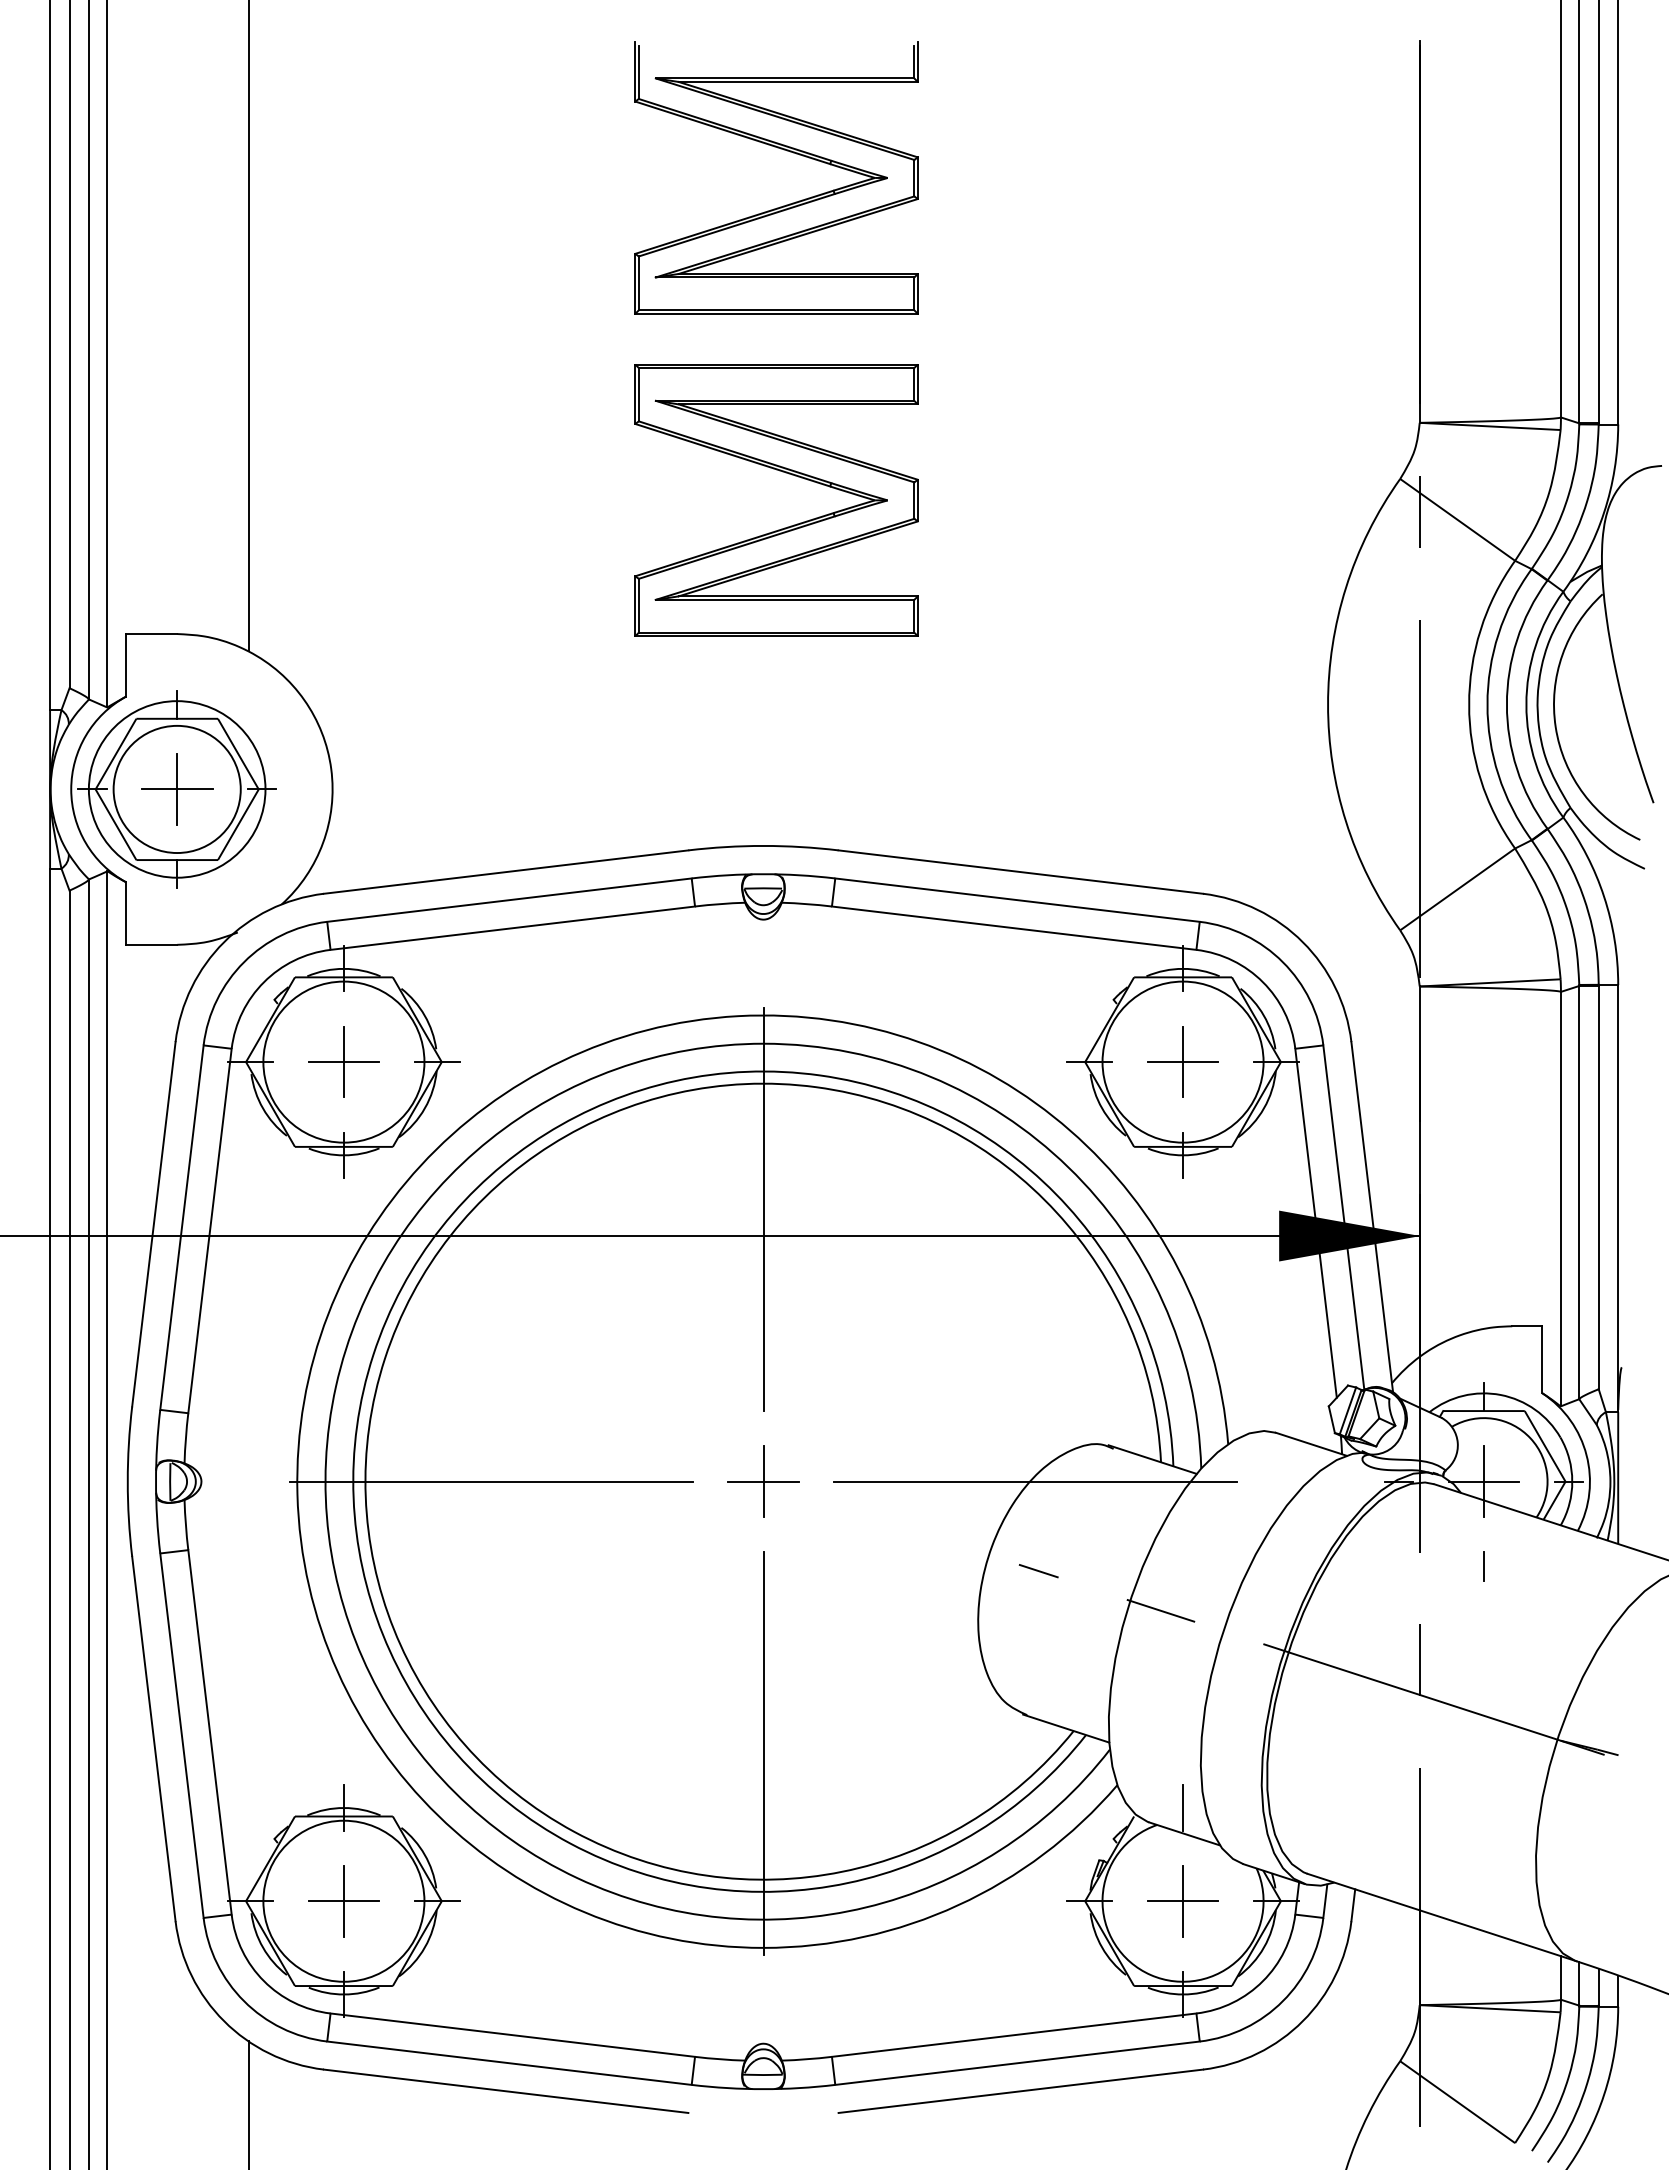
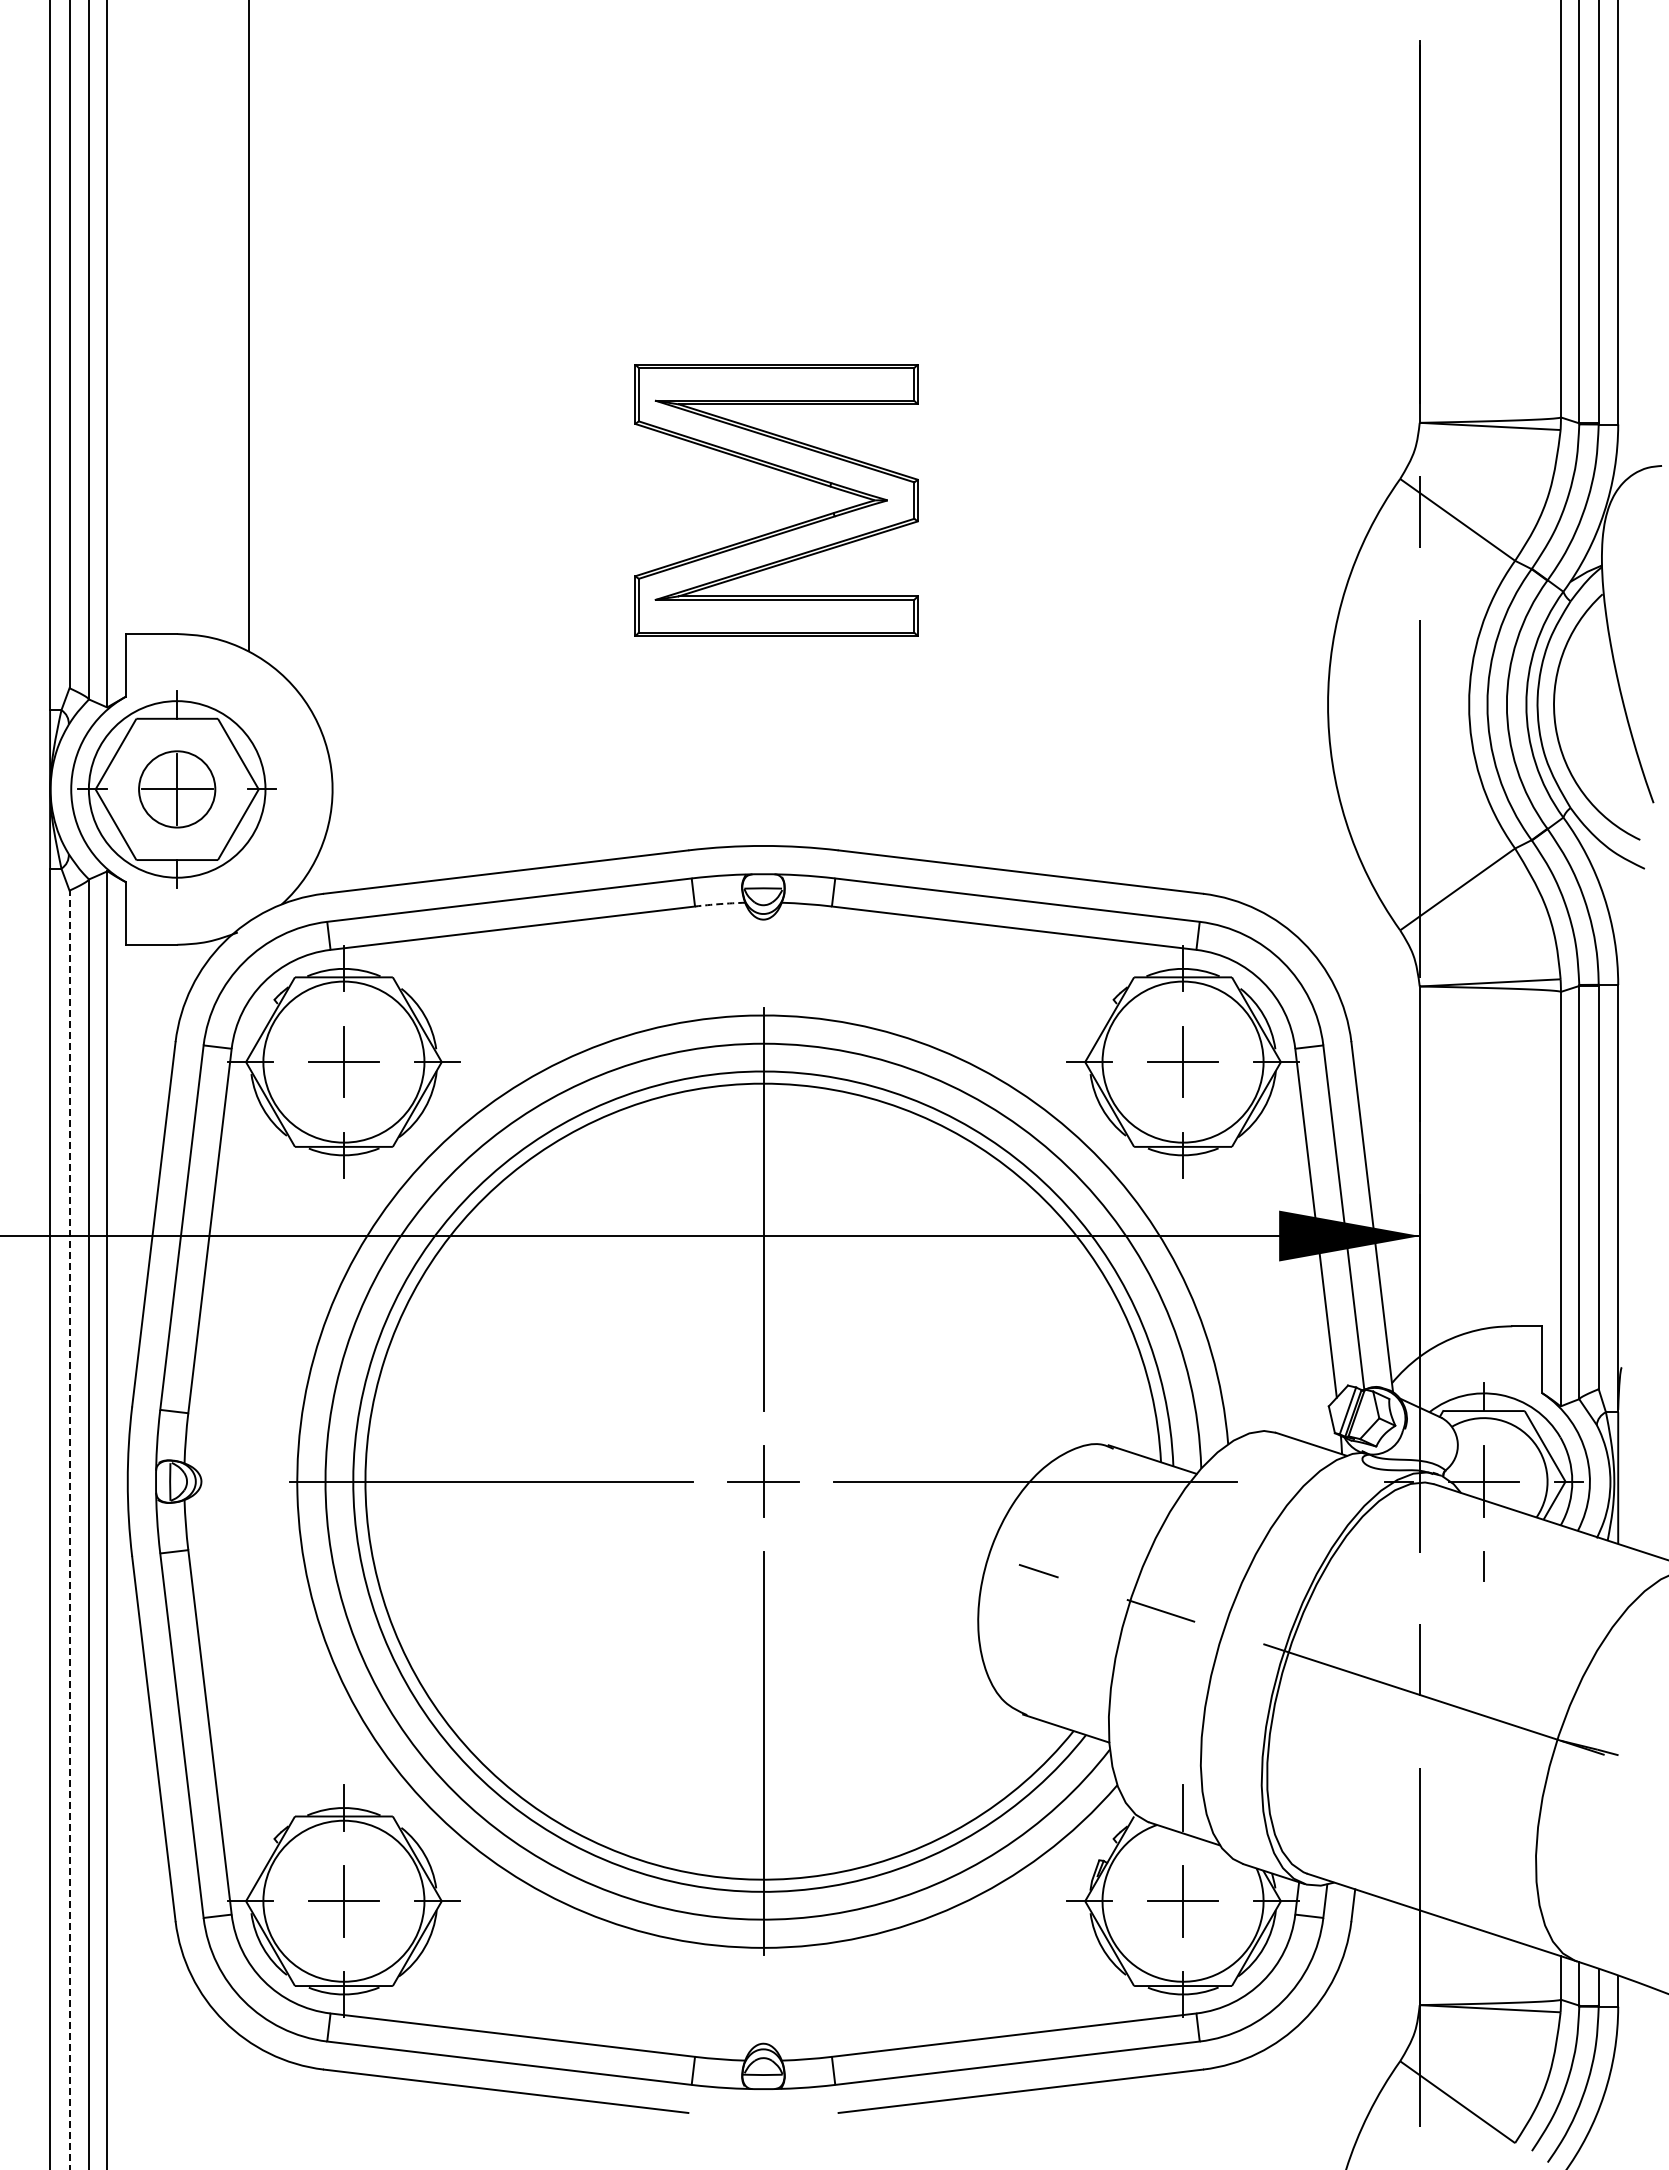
part at (783, 150): present -> none
circle at (176, 789) diameter: 127 px -> 76 px
arc at (720, 904): solid -> dashed
line at (69, 1529): solid -> dashed
line at (248, 2103): present -> none
